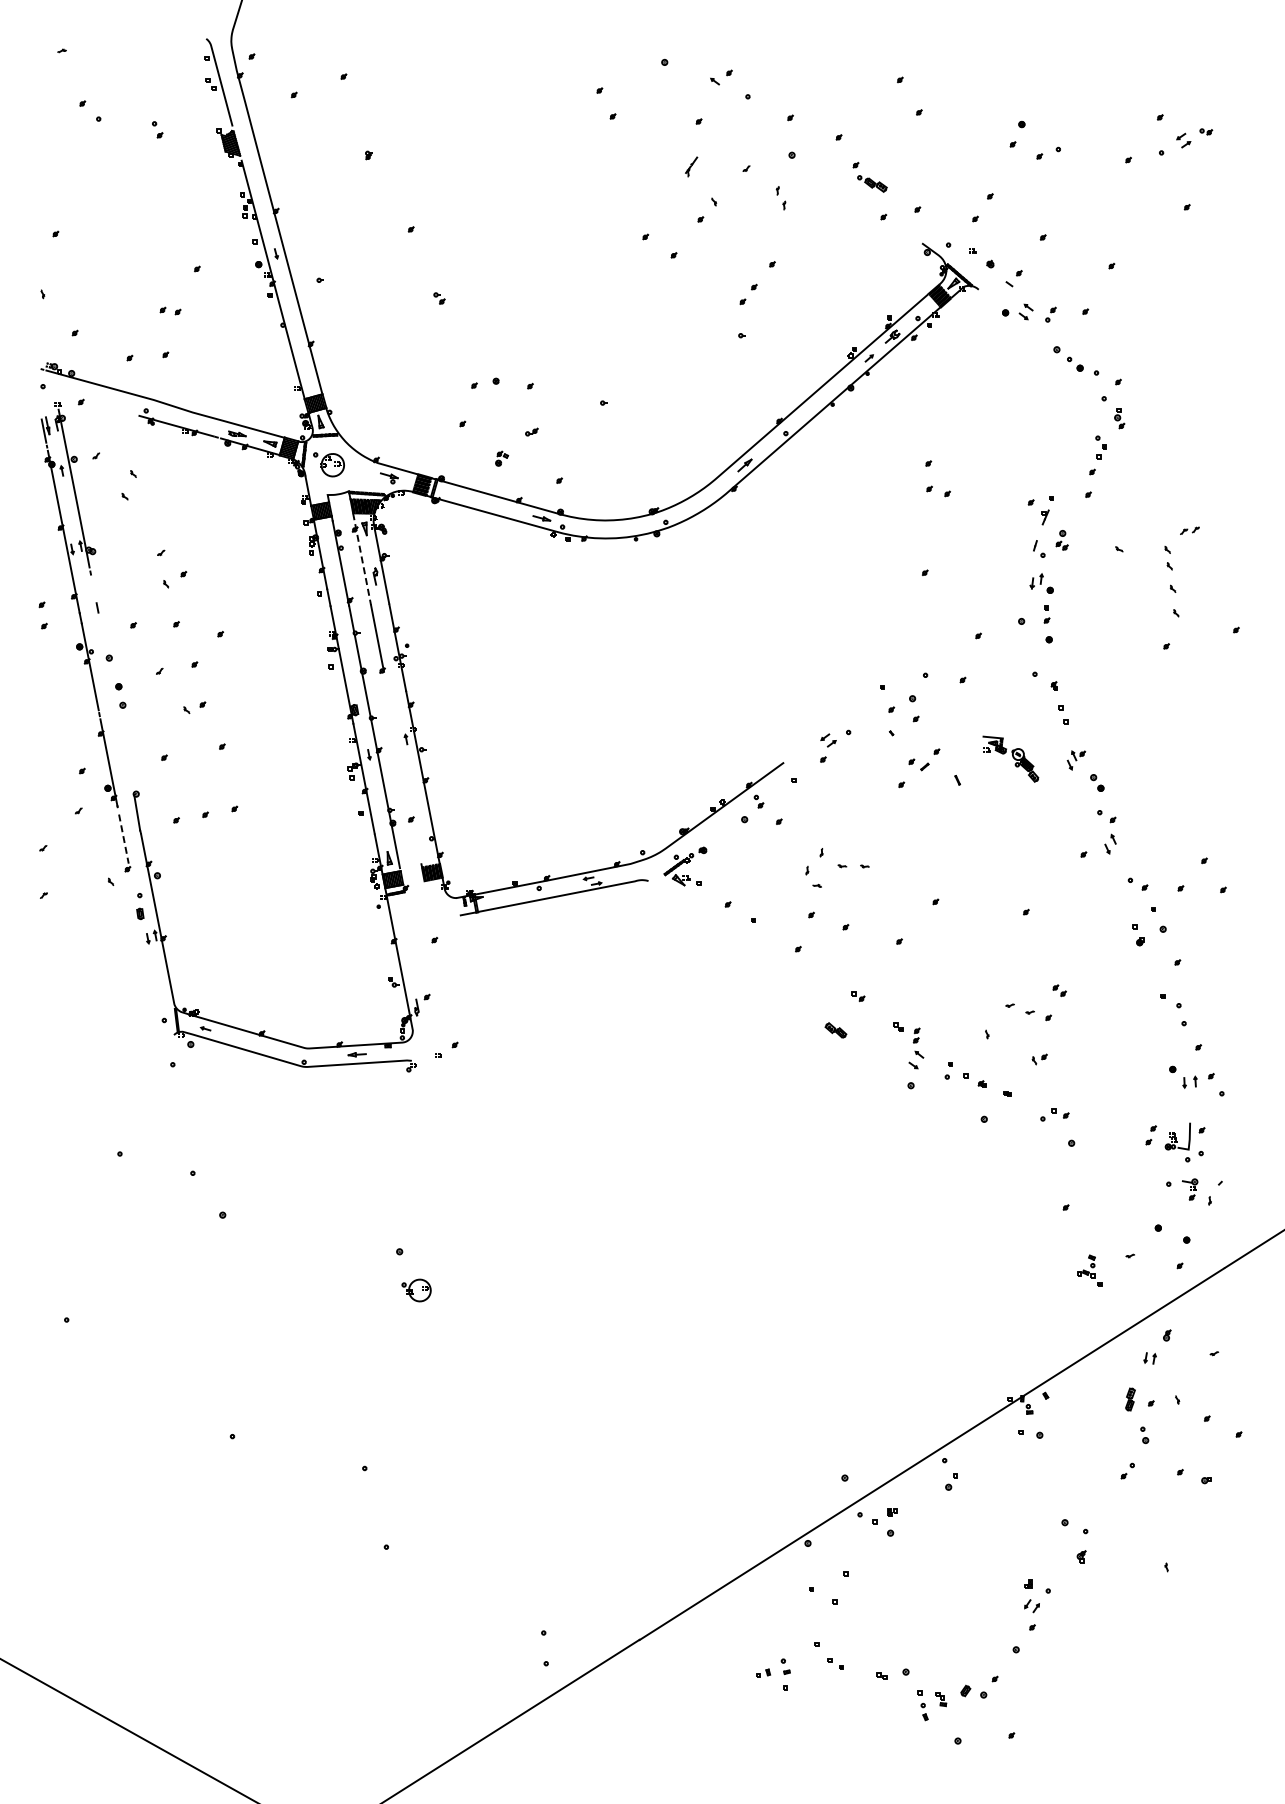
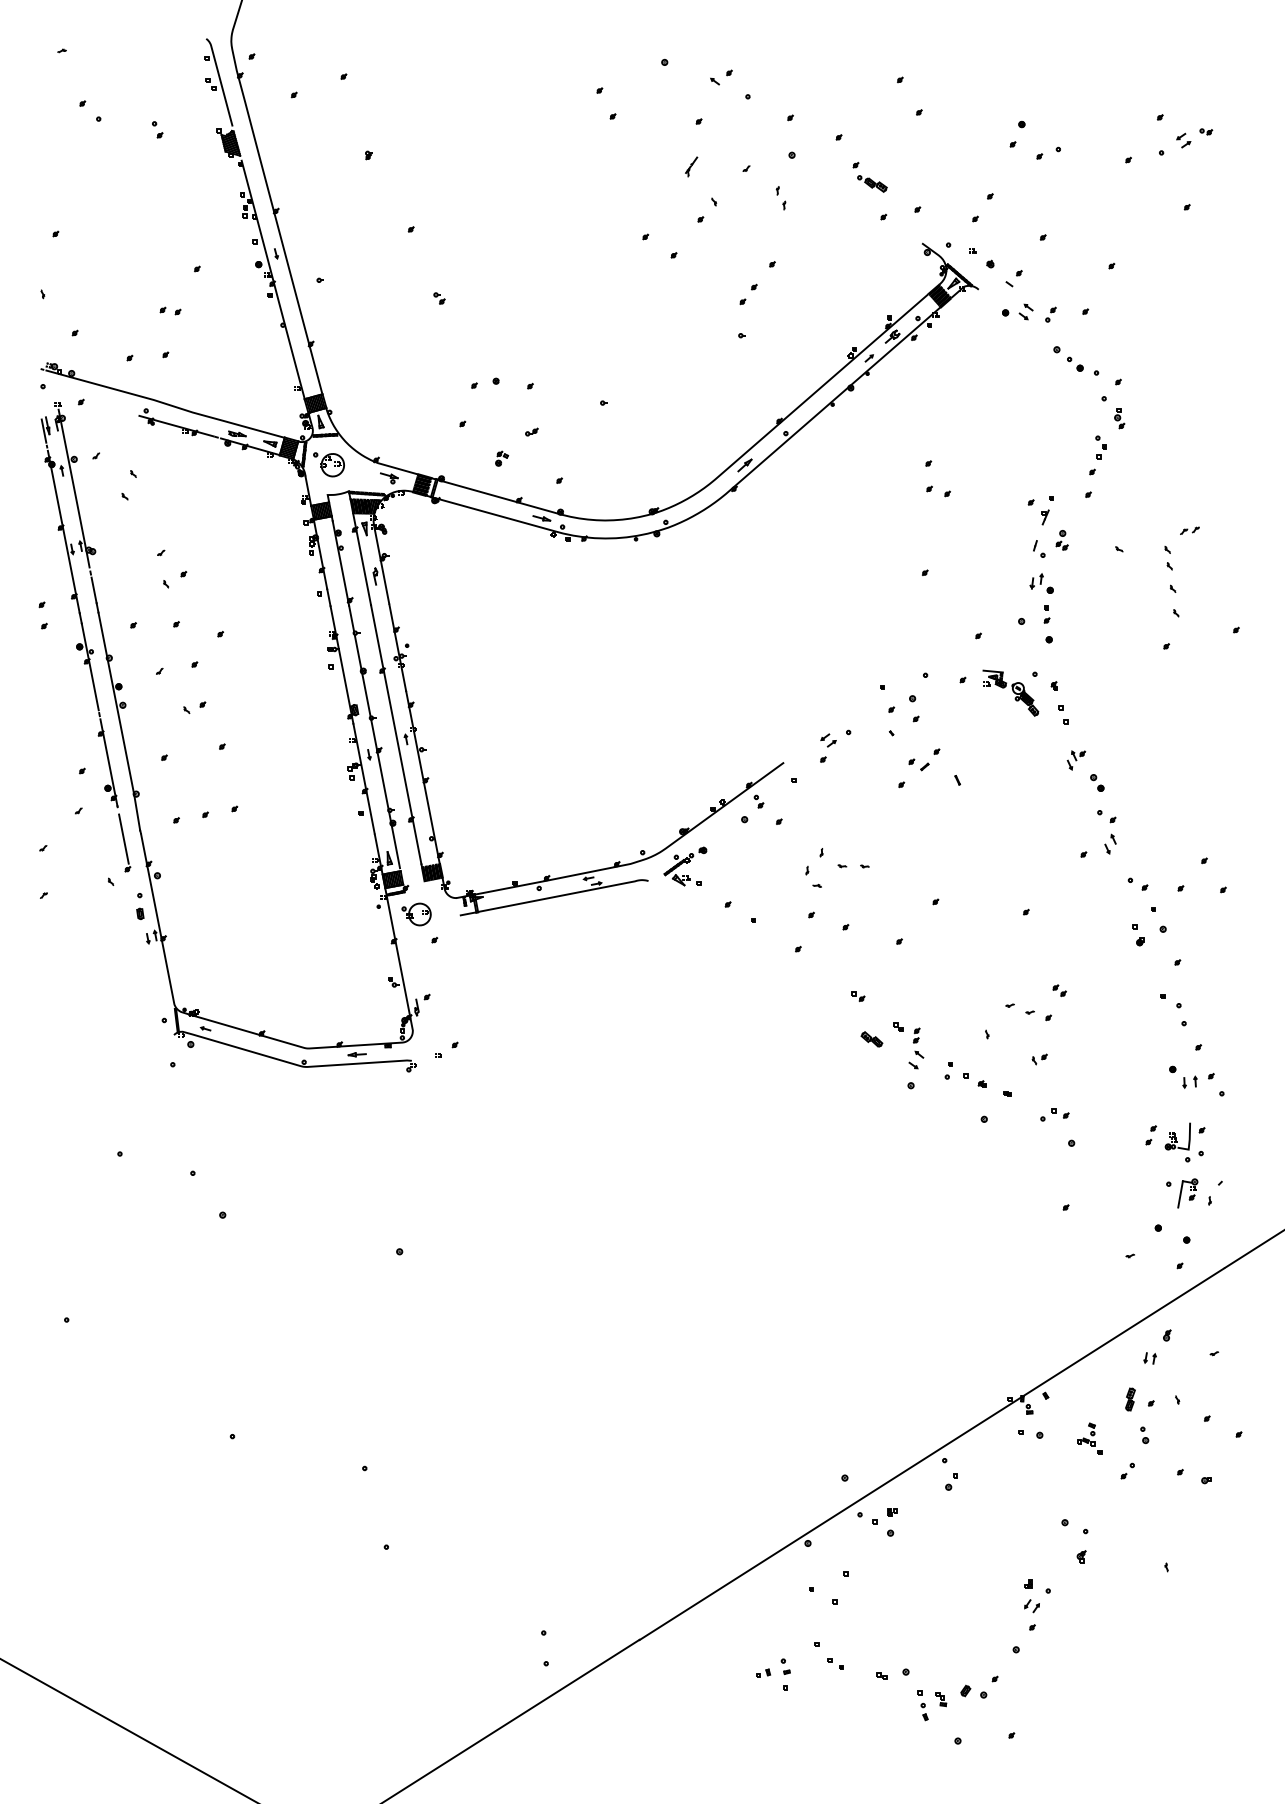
line at (362, 559): dashed -> solid
line at (93, 590): none -> present
line at (116, 703): none -> present
part at (1010, 758) position: (1010, 758) -> (1010, 692)
line at (402, 767): none -> present
line at (124, 839): dashed -> solid
part at (835, 1030) position: (835, 1030) -> (871, 1039)
line at (1180, 1194): none -> present
part at (1089, 1270) position: (1089, 1270) -> (1089, 1438)
part at (416, 1290) position: (416, 1290) -> (416, 914)
